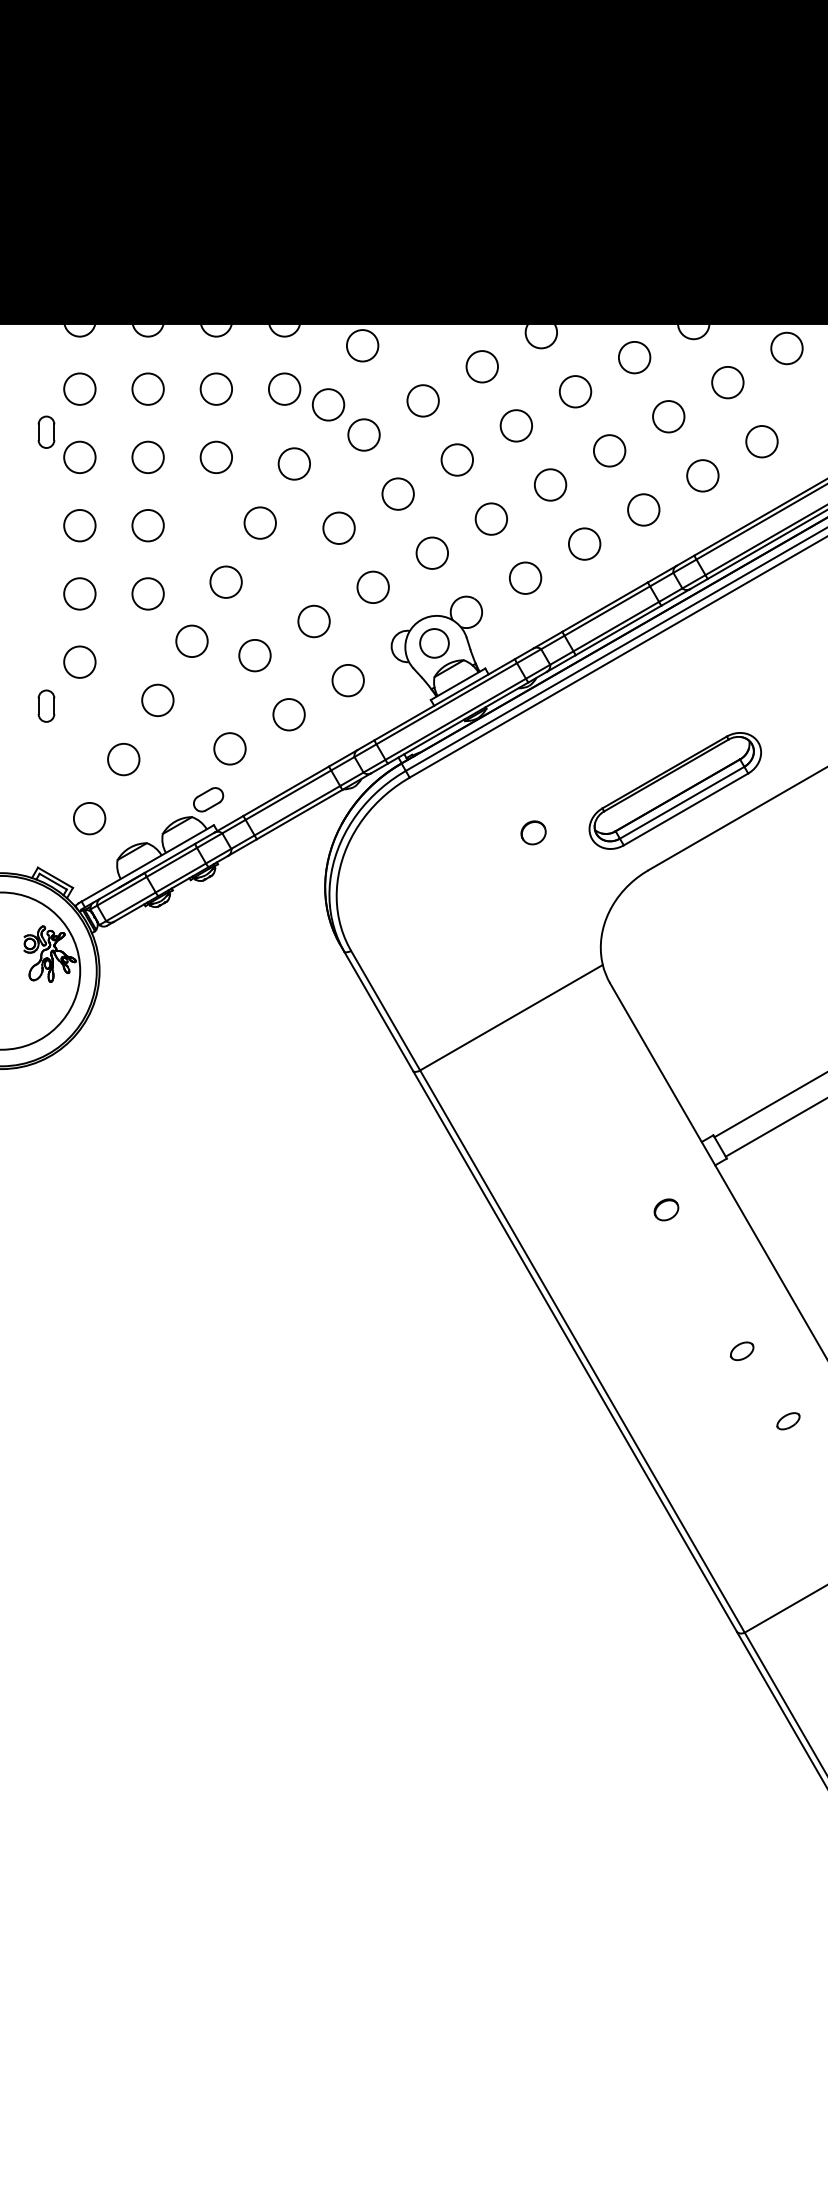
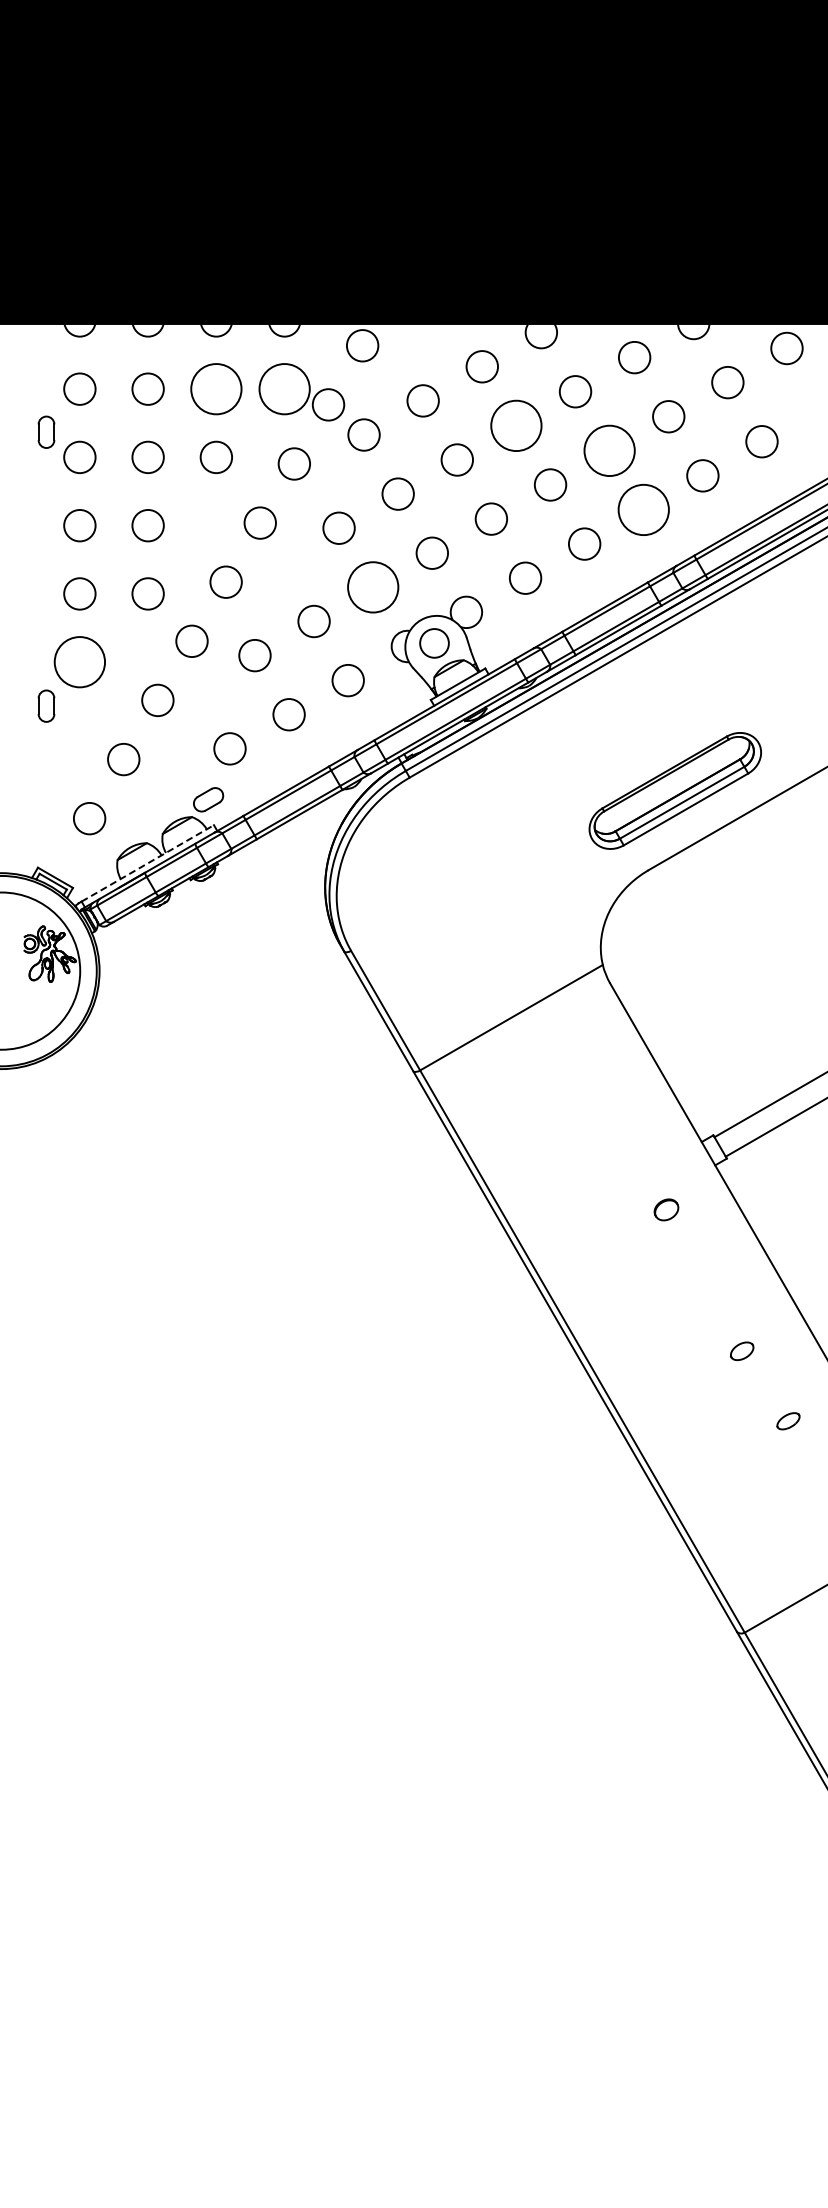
circle at (216, 388) diameter: 31 px -> 50 px
circle at (284, 388) diameter: 31 px -> 50 px
circle at (516, 425) diameter: 31 px -> 50 px
circle at (609, 450) diameter: 31 px -> 50 px
circle at (643, 509) diameter: 31 px -> 50 px
circle at (372, 587) diameter: 31 px -> 50 px
circle at (79, 661) diameter: 31 px -> 50 px
part at (533, 832): present -> none
line at (148, 863): solid -> dashed
